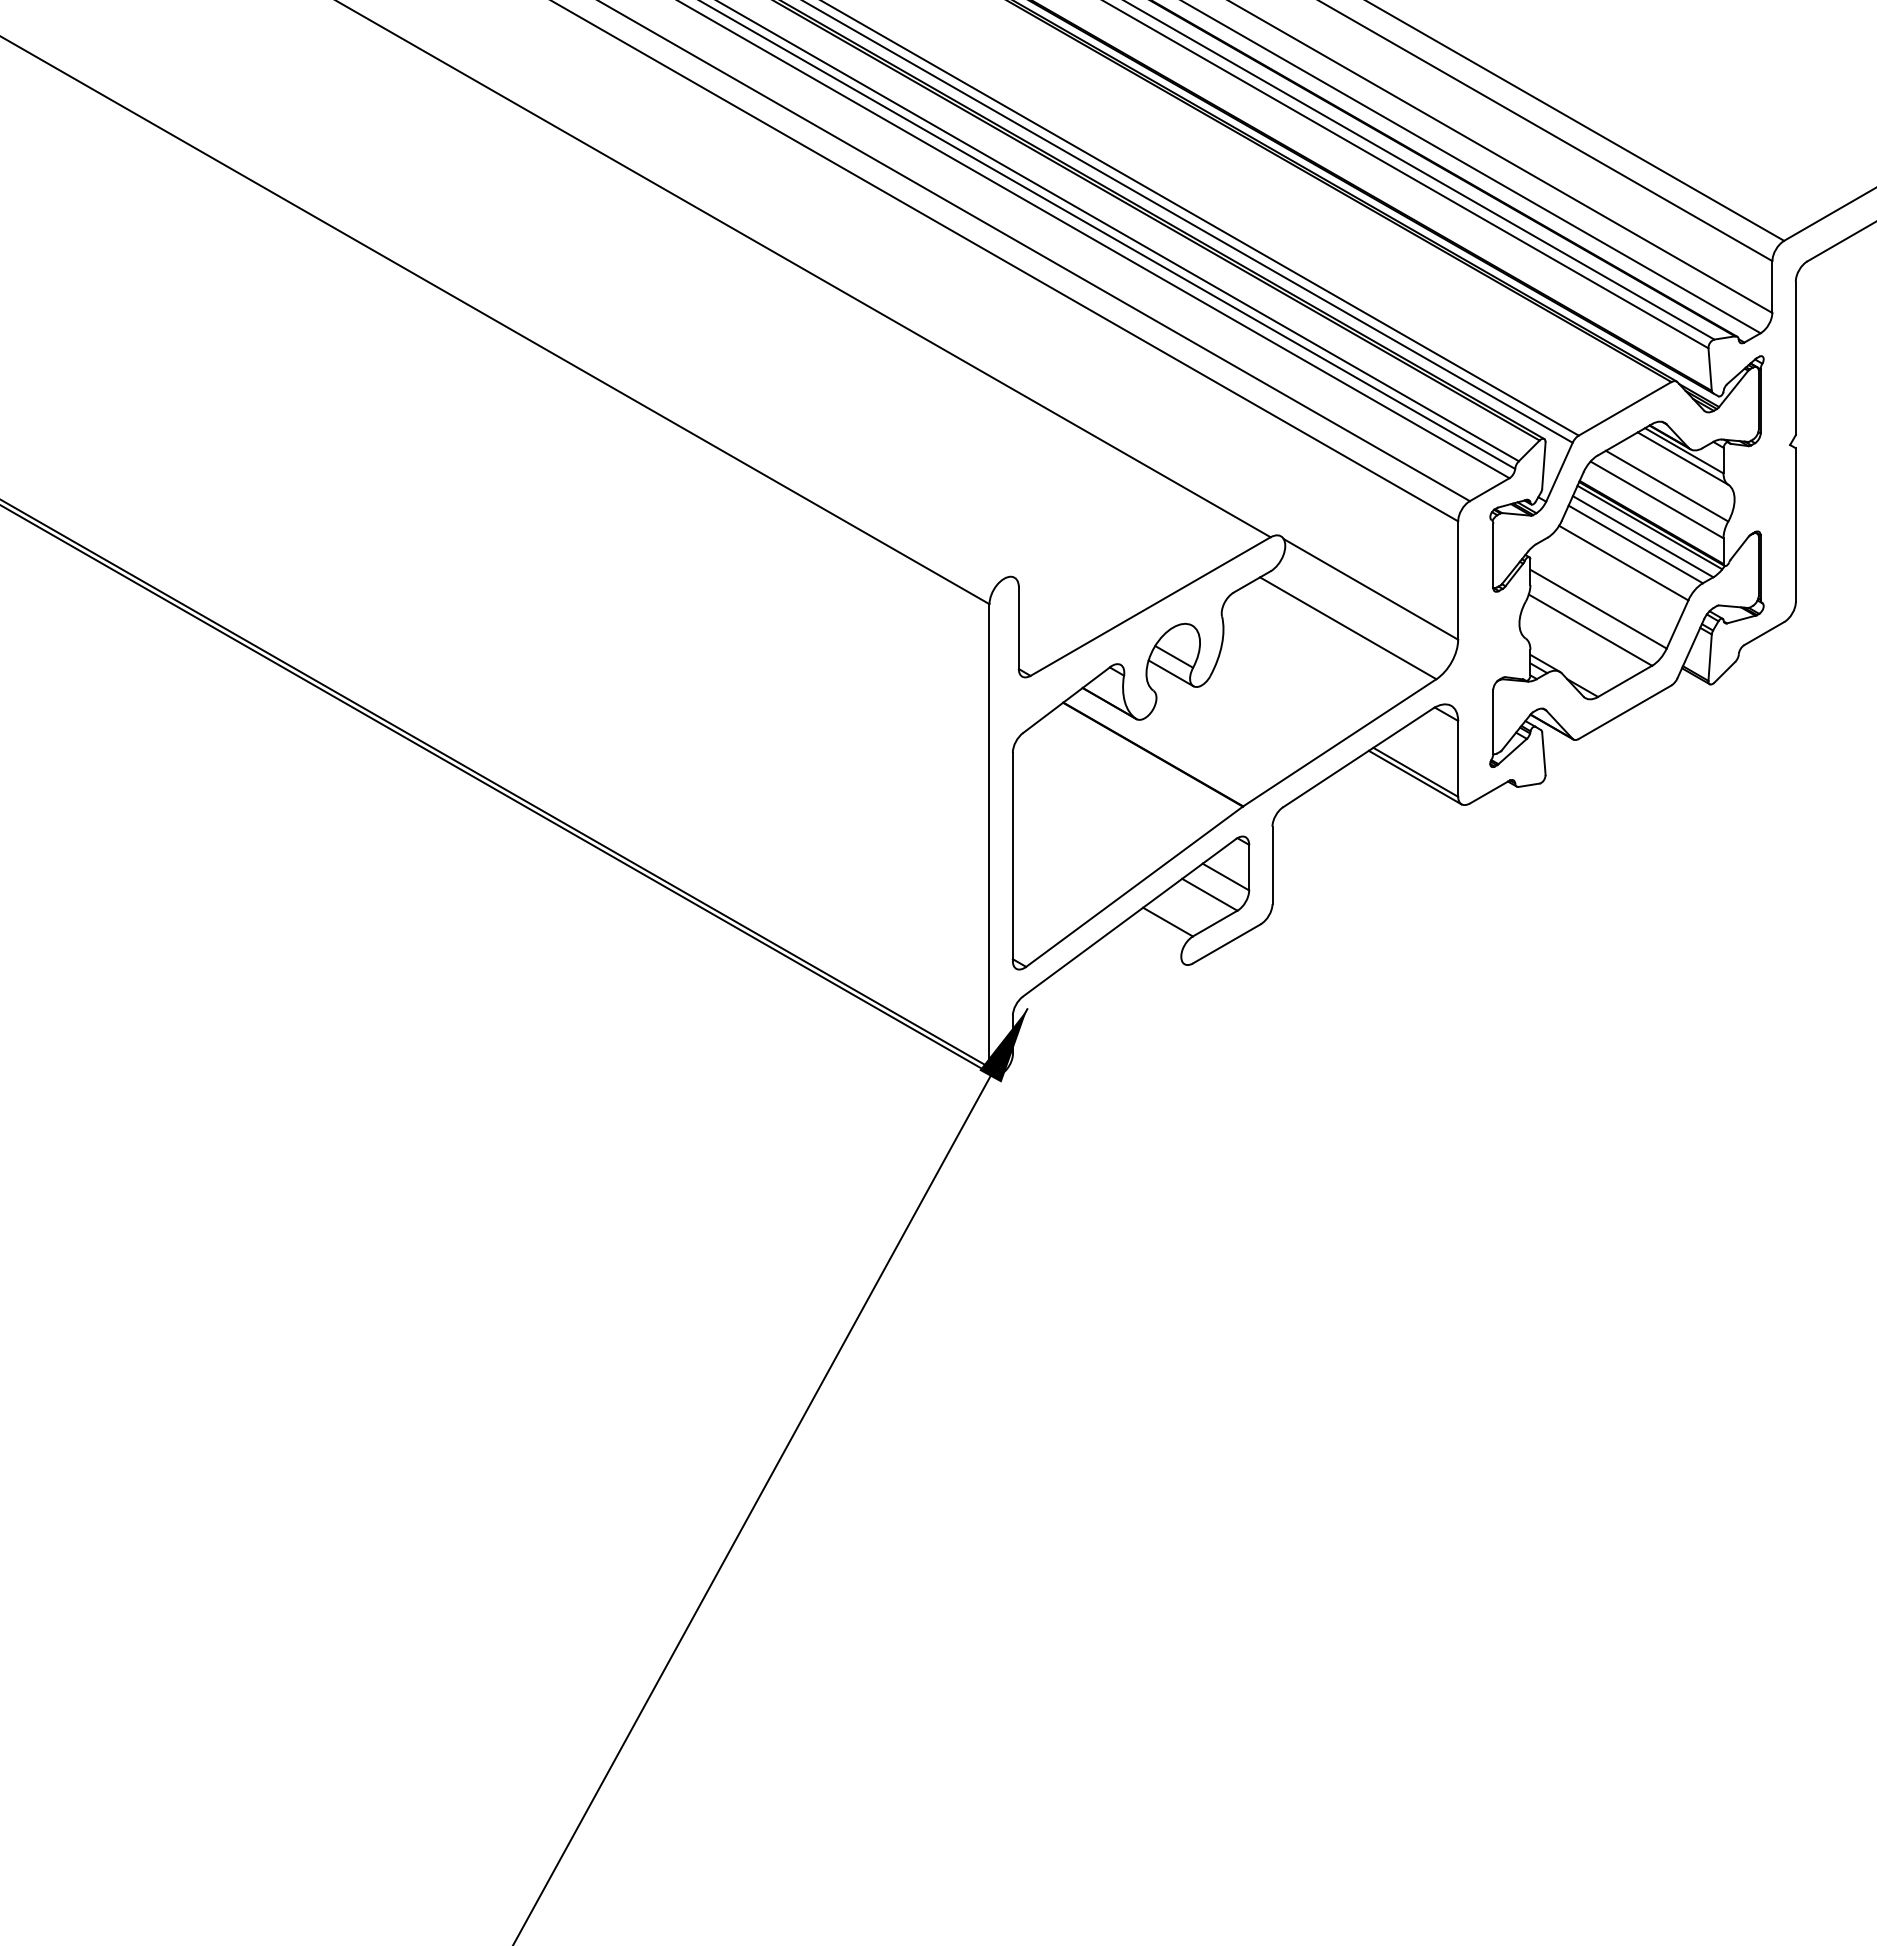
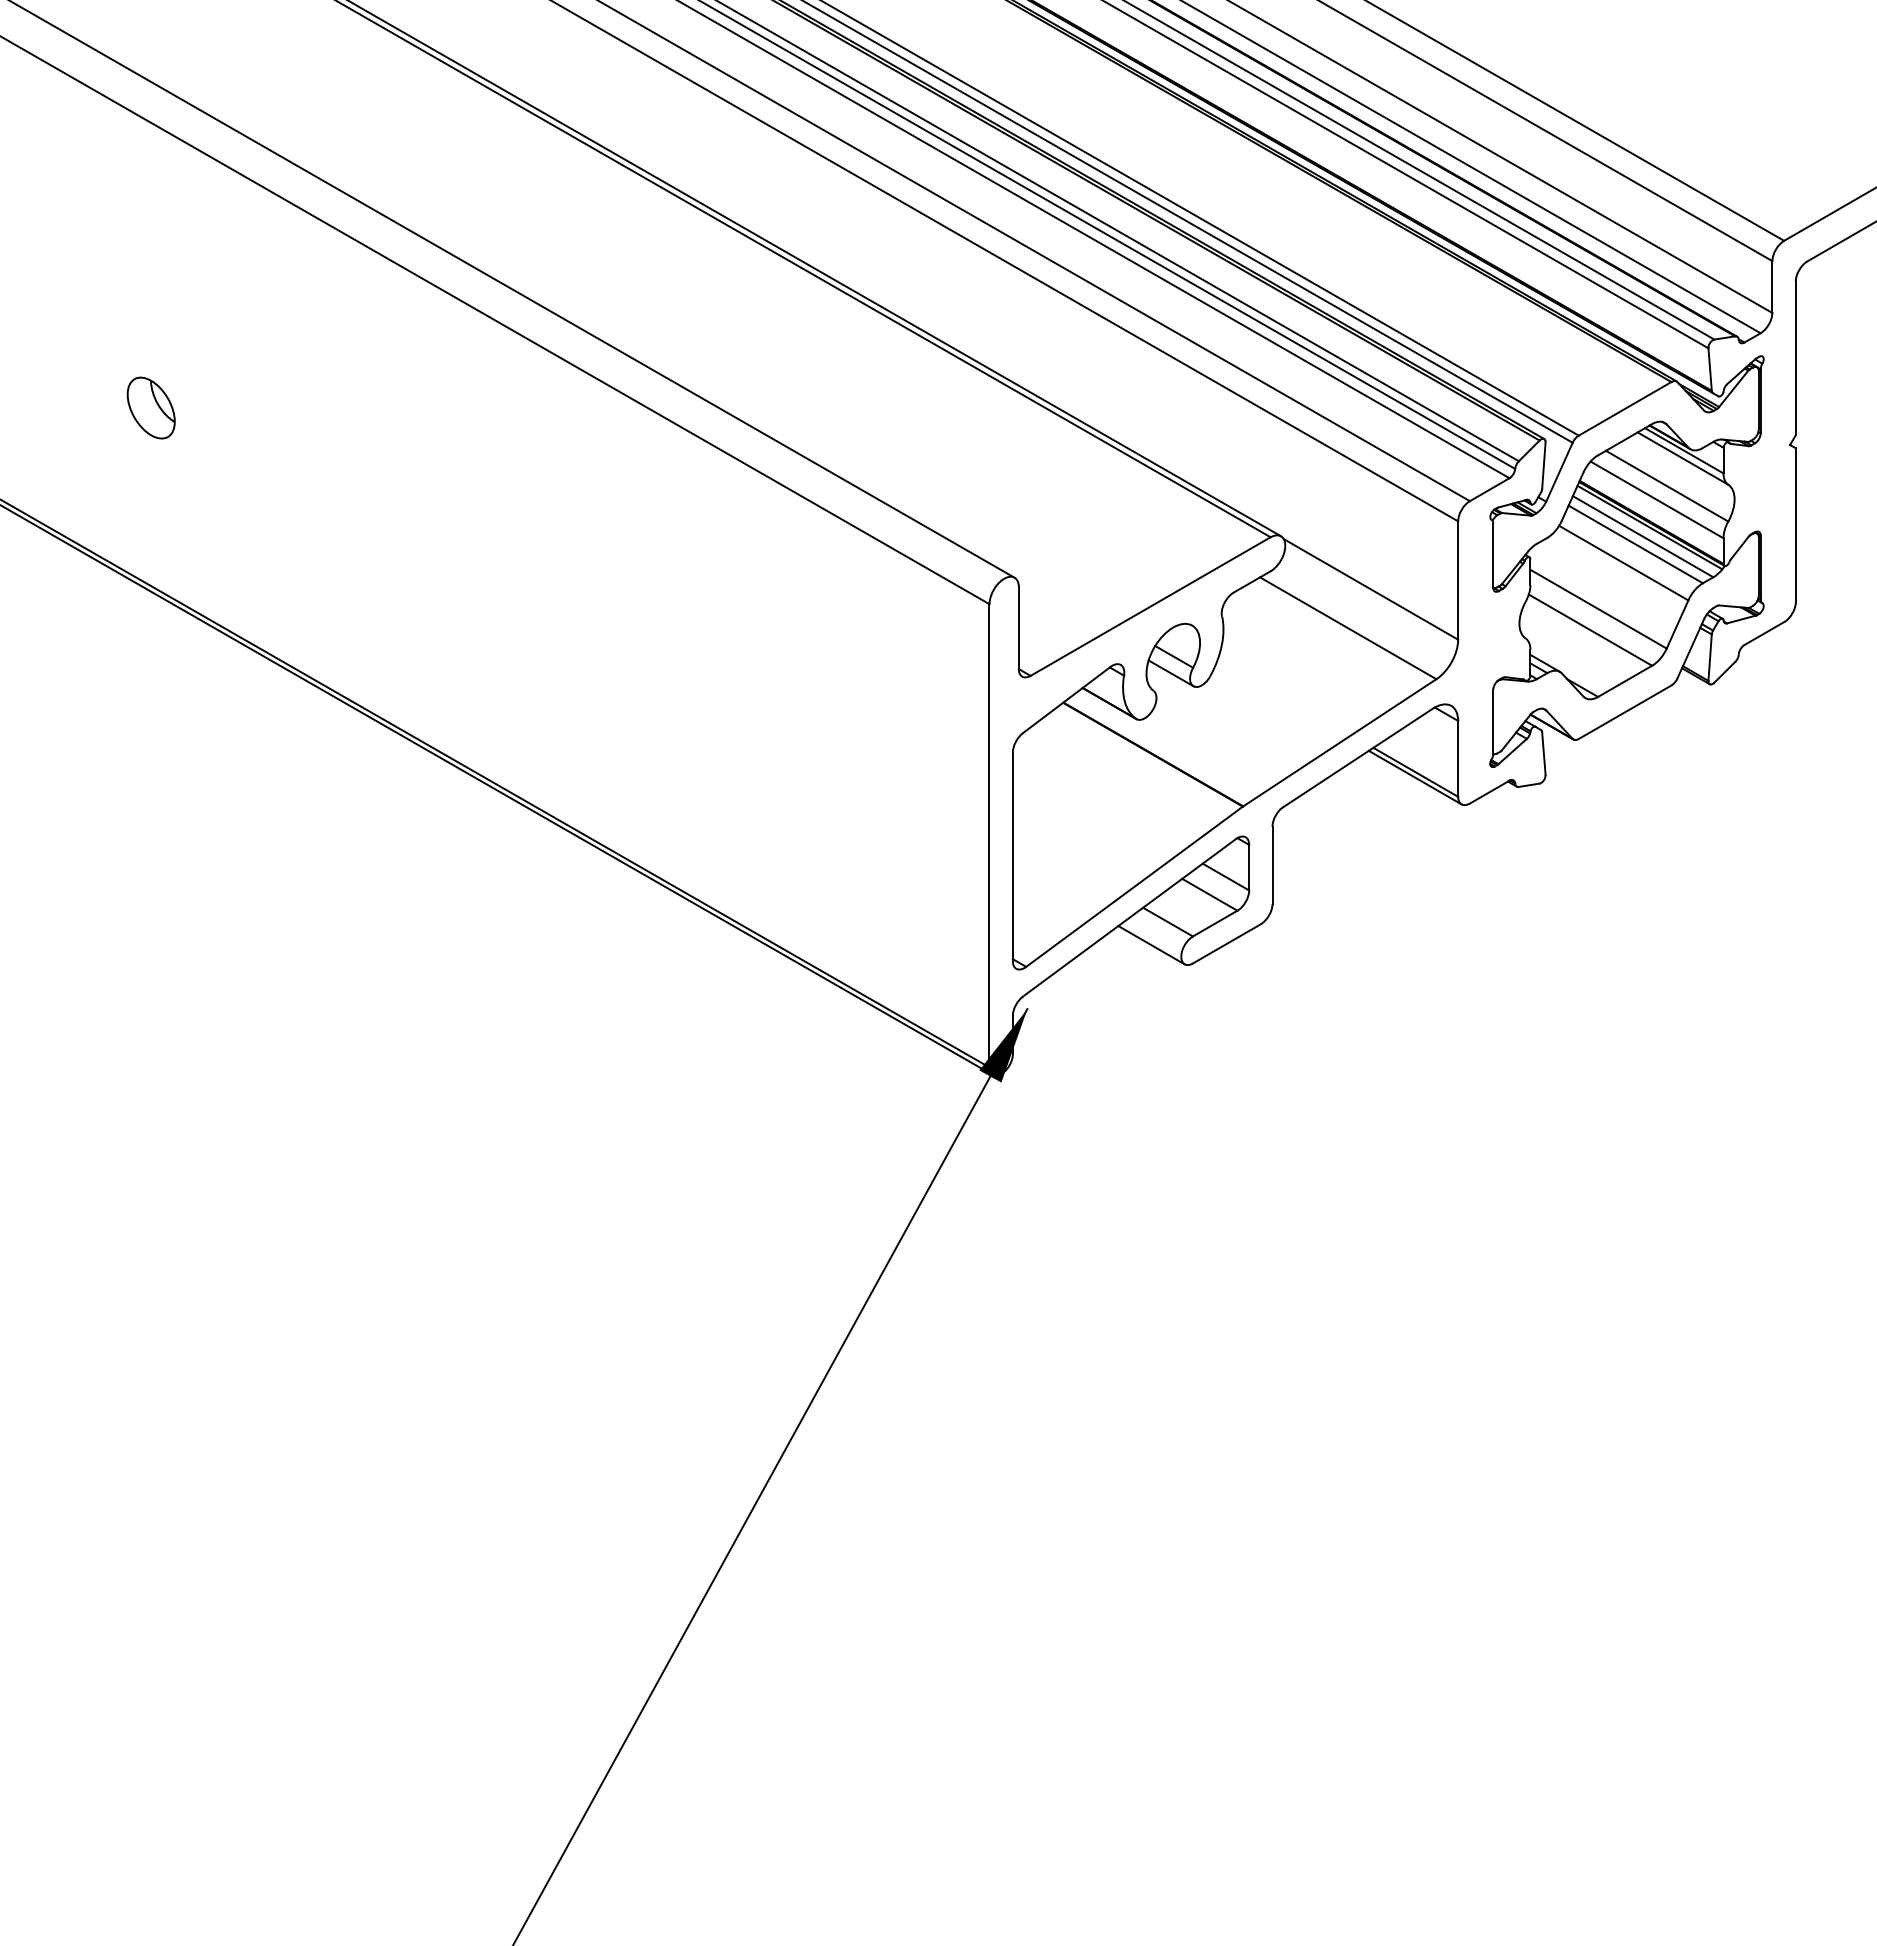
line at (816, 269): none -> present
line at (512, 289): none -> present
part at (150, 407): none -> present
line at (1151, 945): none -> present
